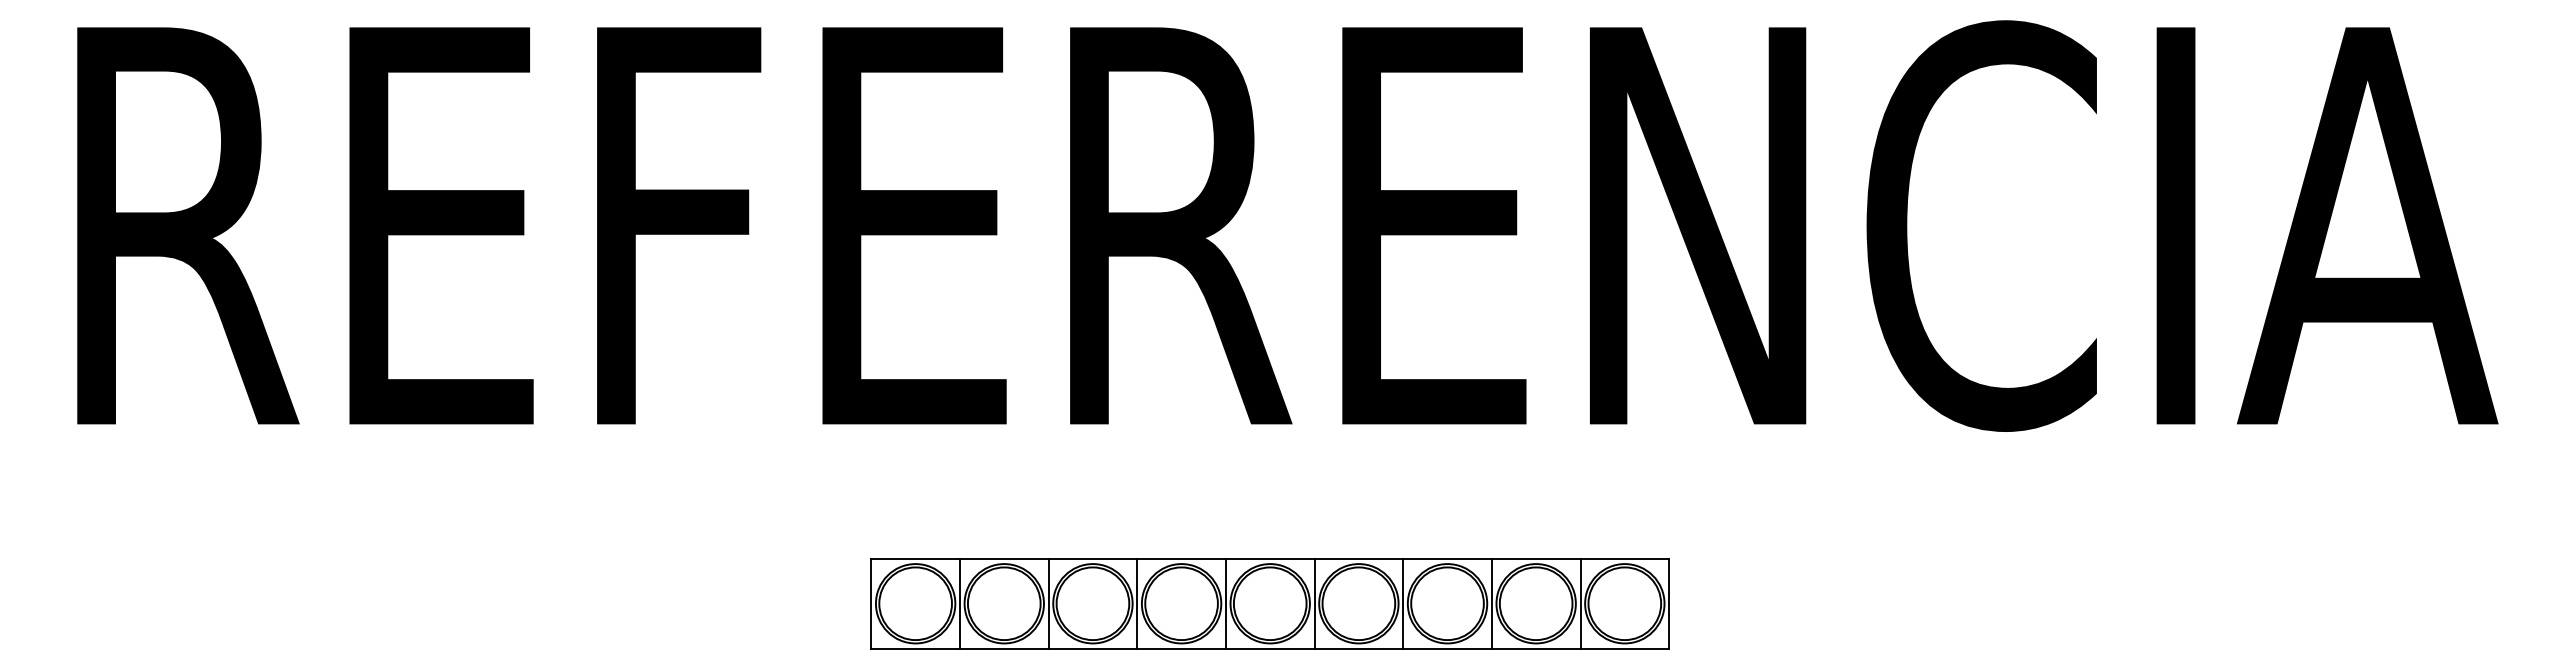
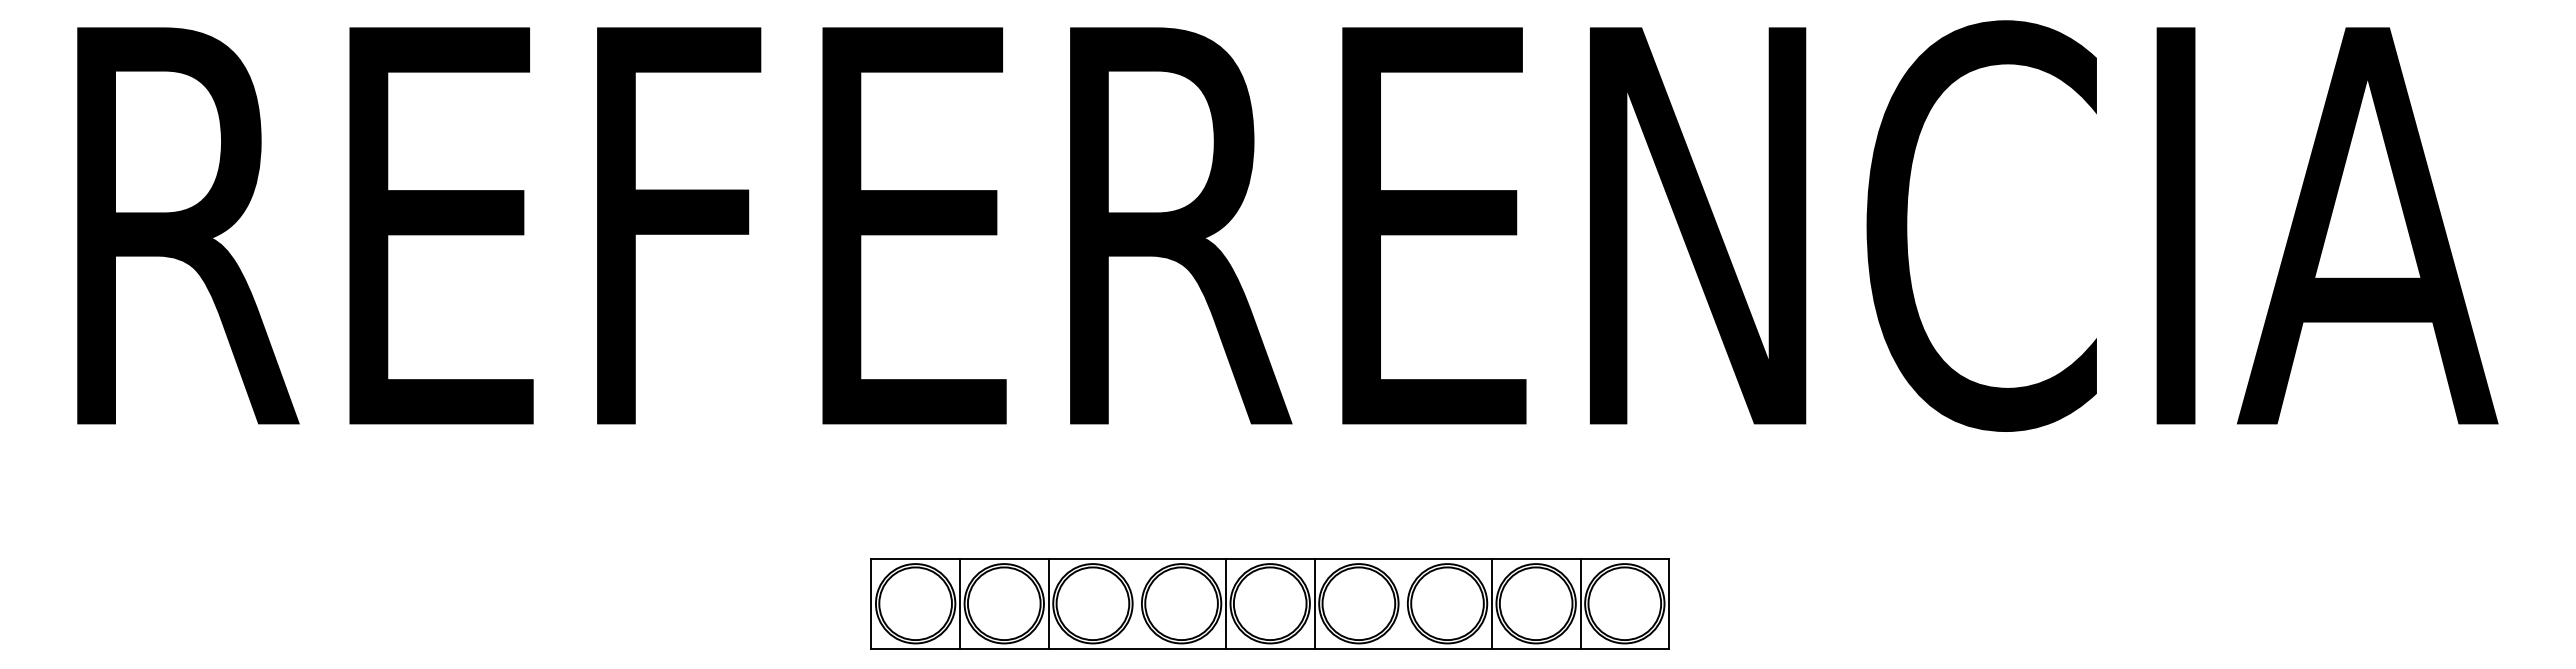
line at (1137, 603): present -> none
line at (1403, 603): present -> none
